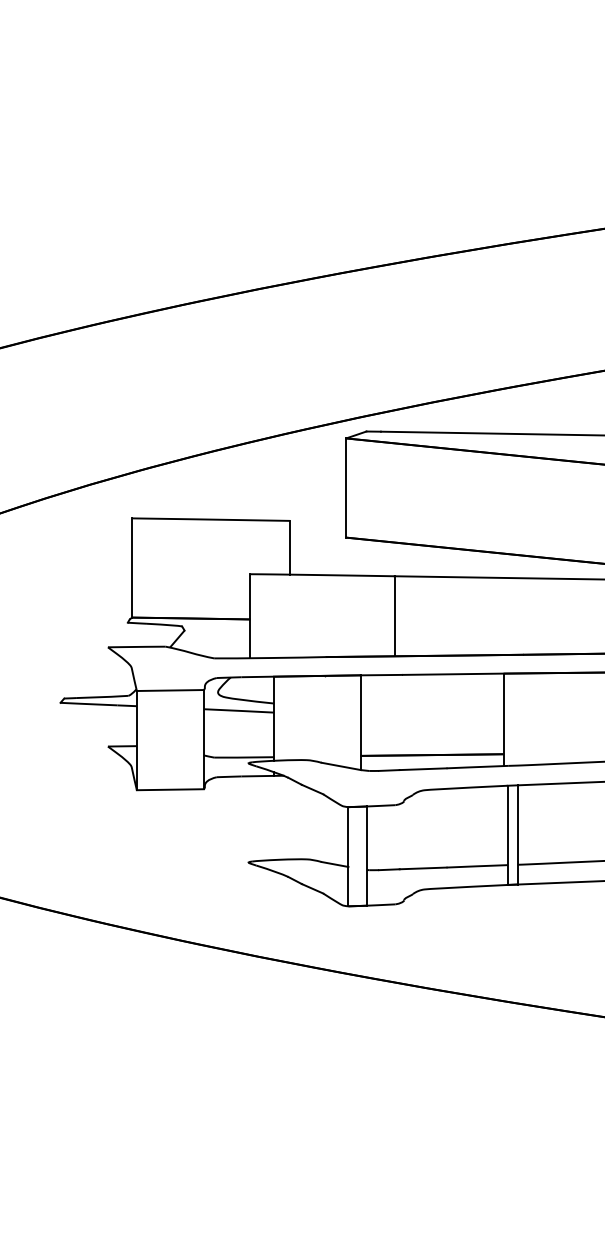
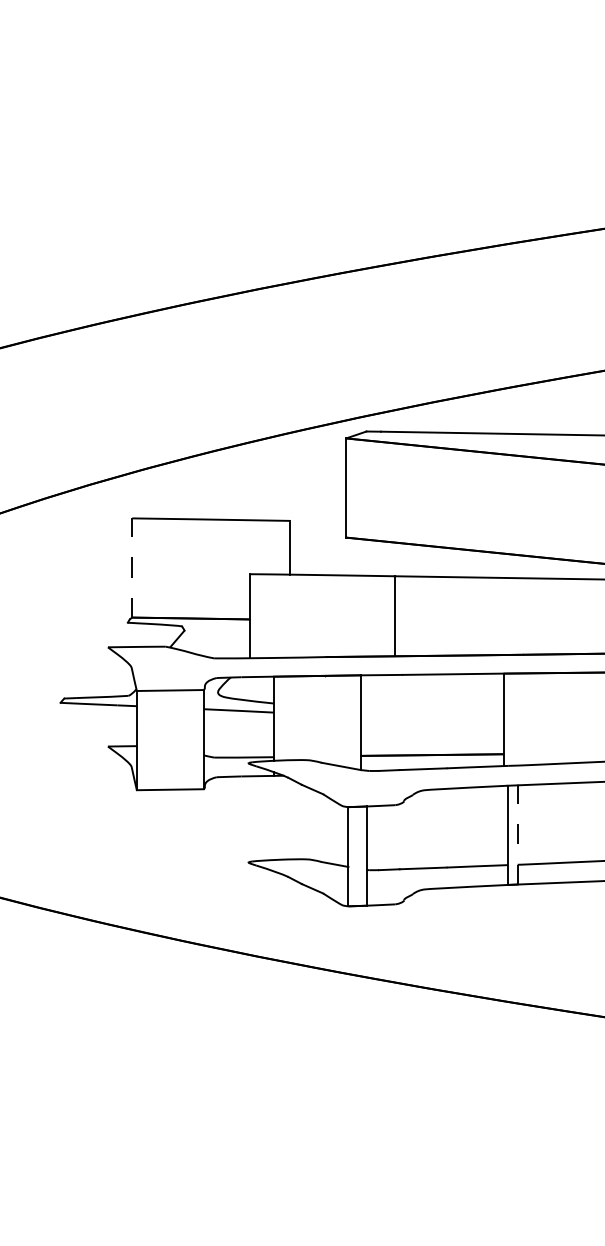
line at (132, 568): solid -> dashed
line at (517, 834): solid -> dashed
